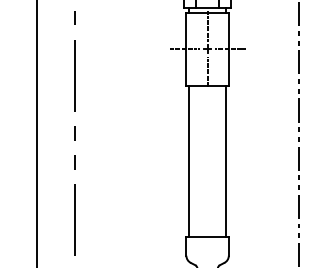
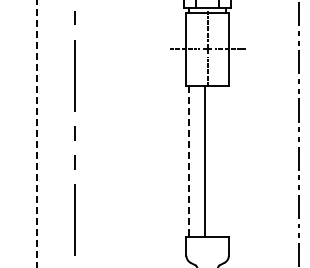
line at (37, 134): solid -> dashed
line at (189, 161): solid -> dashed
line at (226, 161) position: (226, 161) -> (205, 161)
